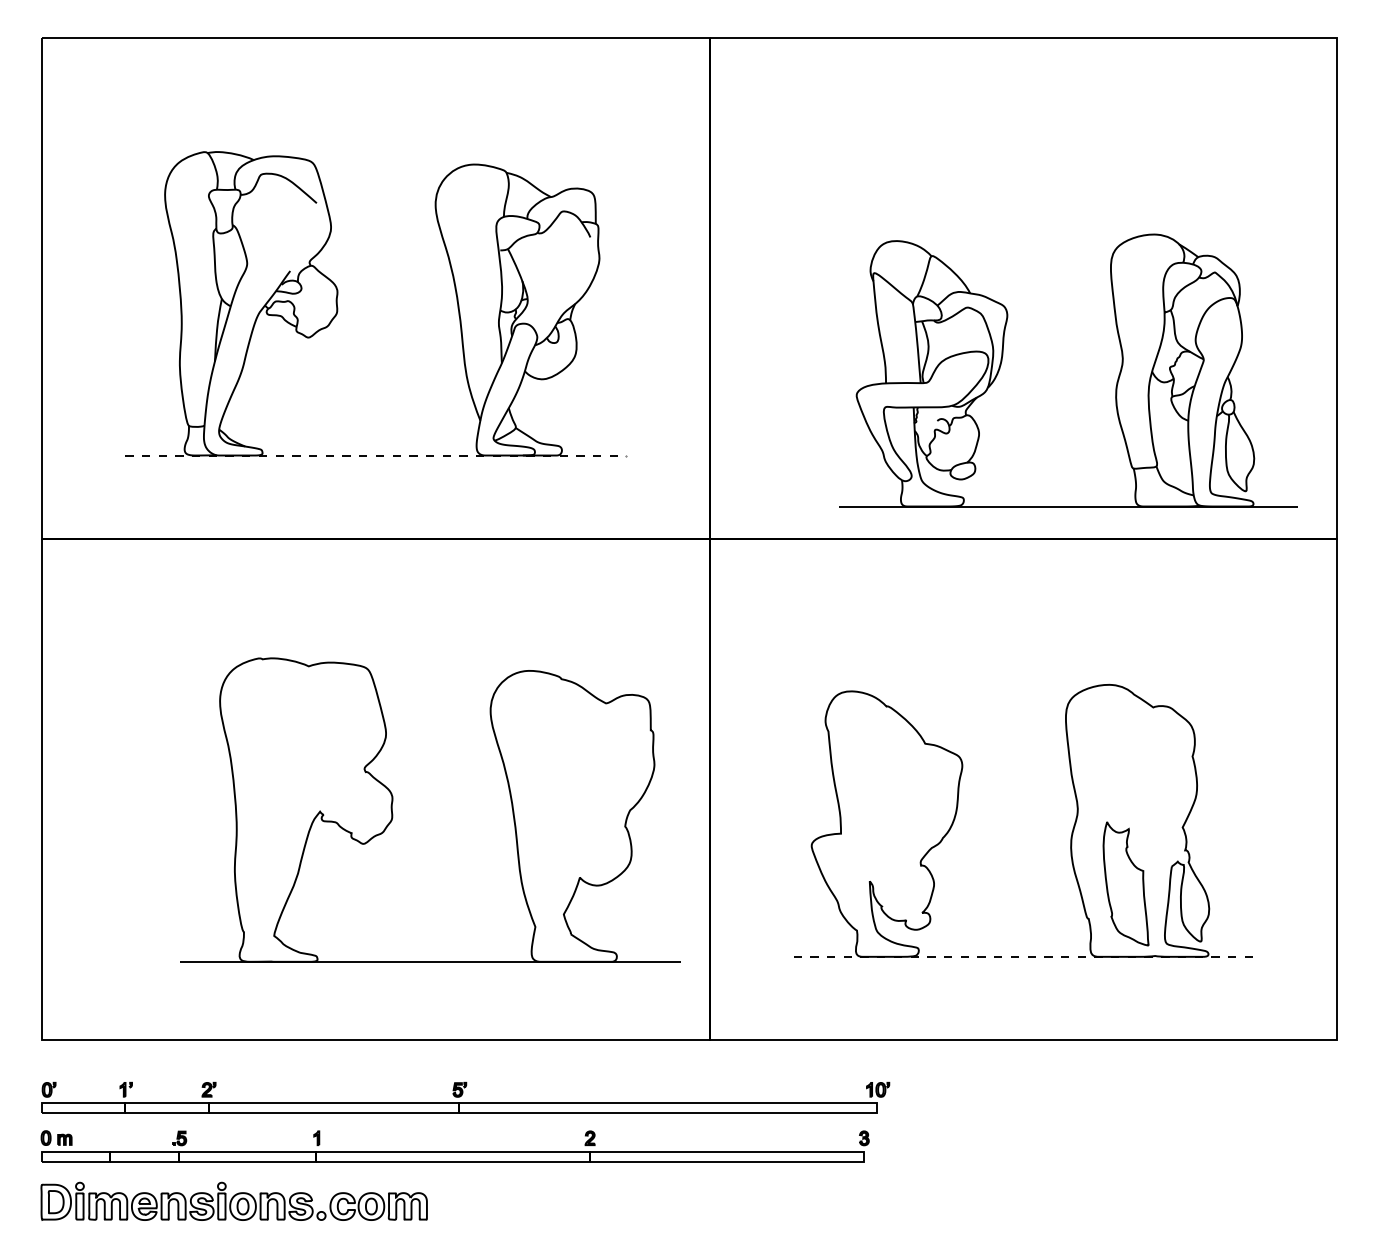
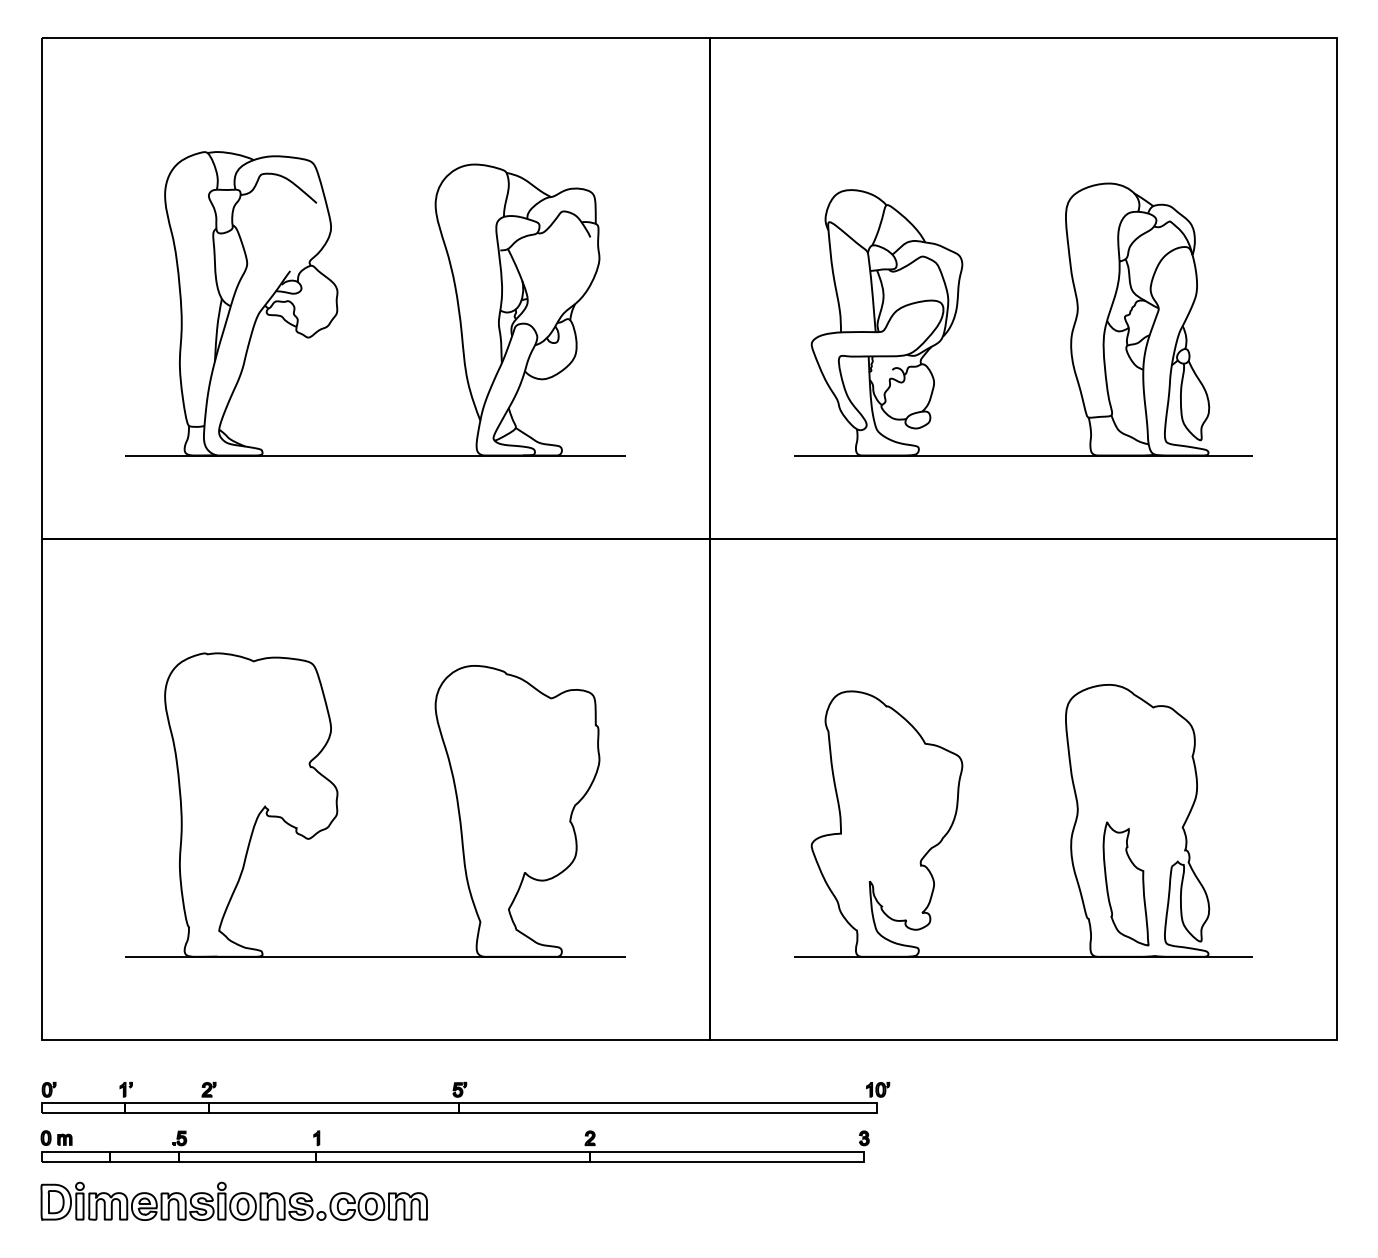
part at (1116, 381) position: (1116, 381) -> (1071, 330)
line at (375, 455): dashed -> solid
part at (393, 814) position: (393, 814) -> (338, 809)
line at (1023, 956): dashed -> solid
